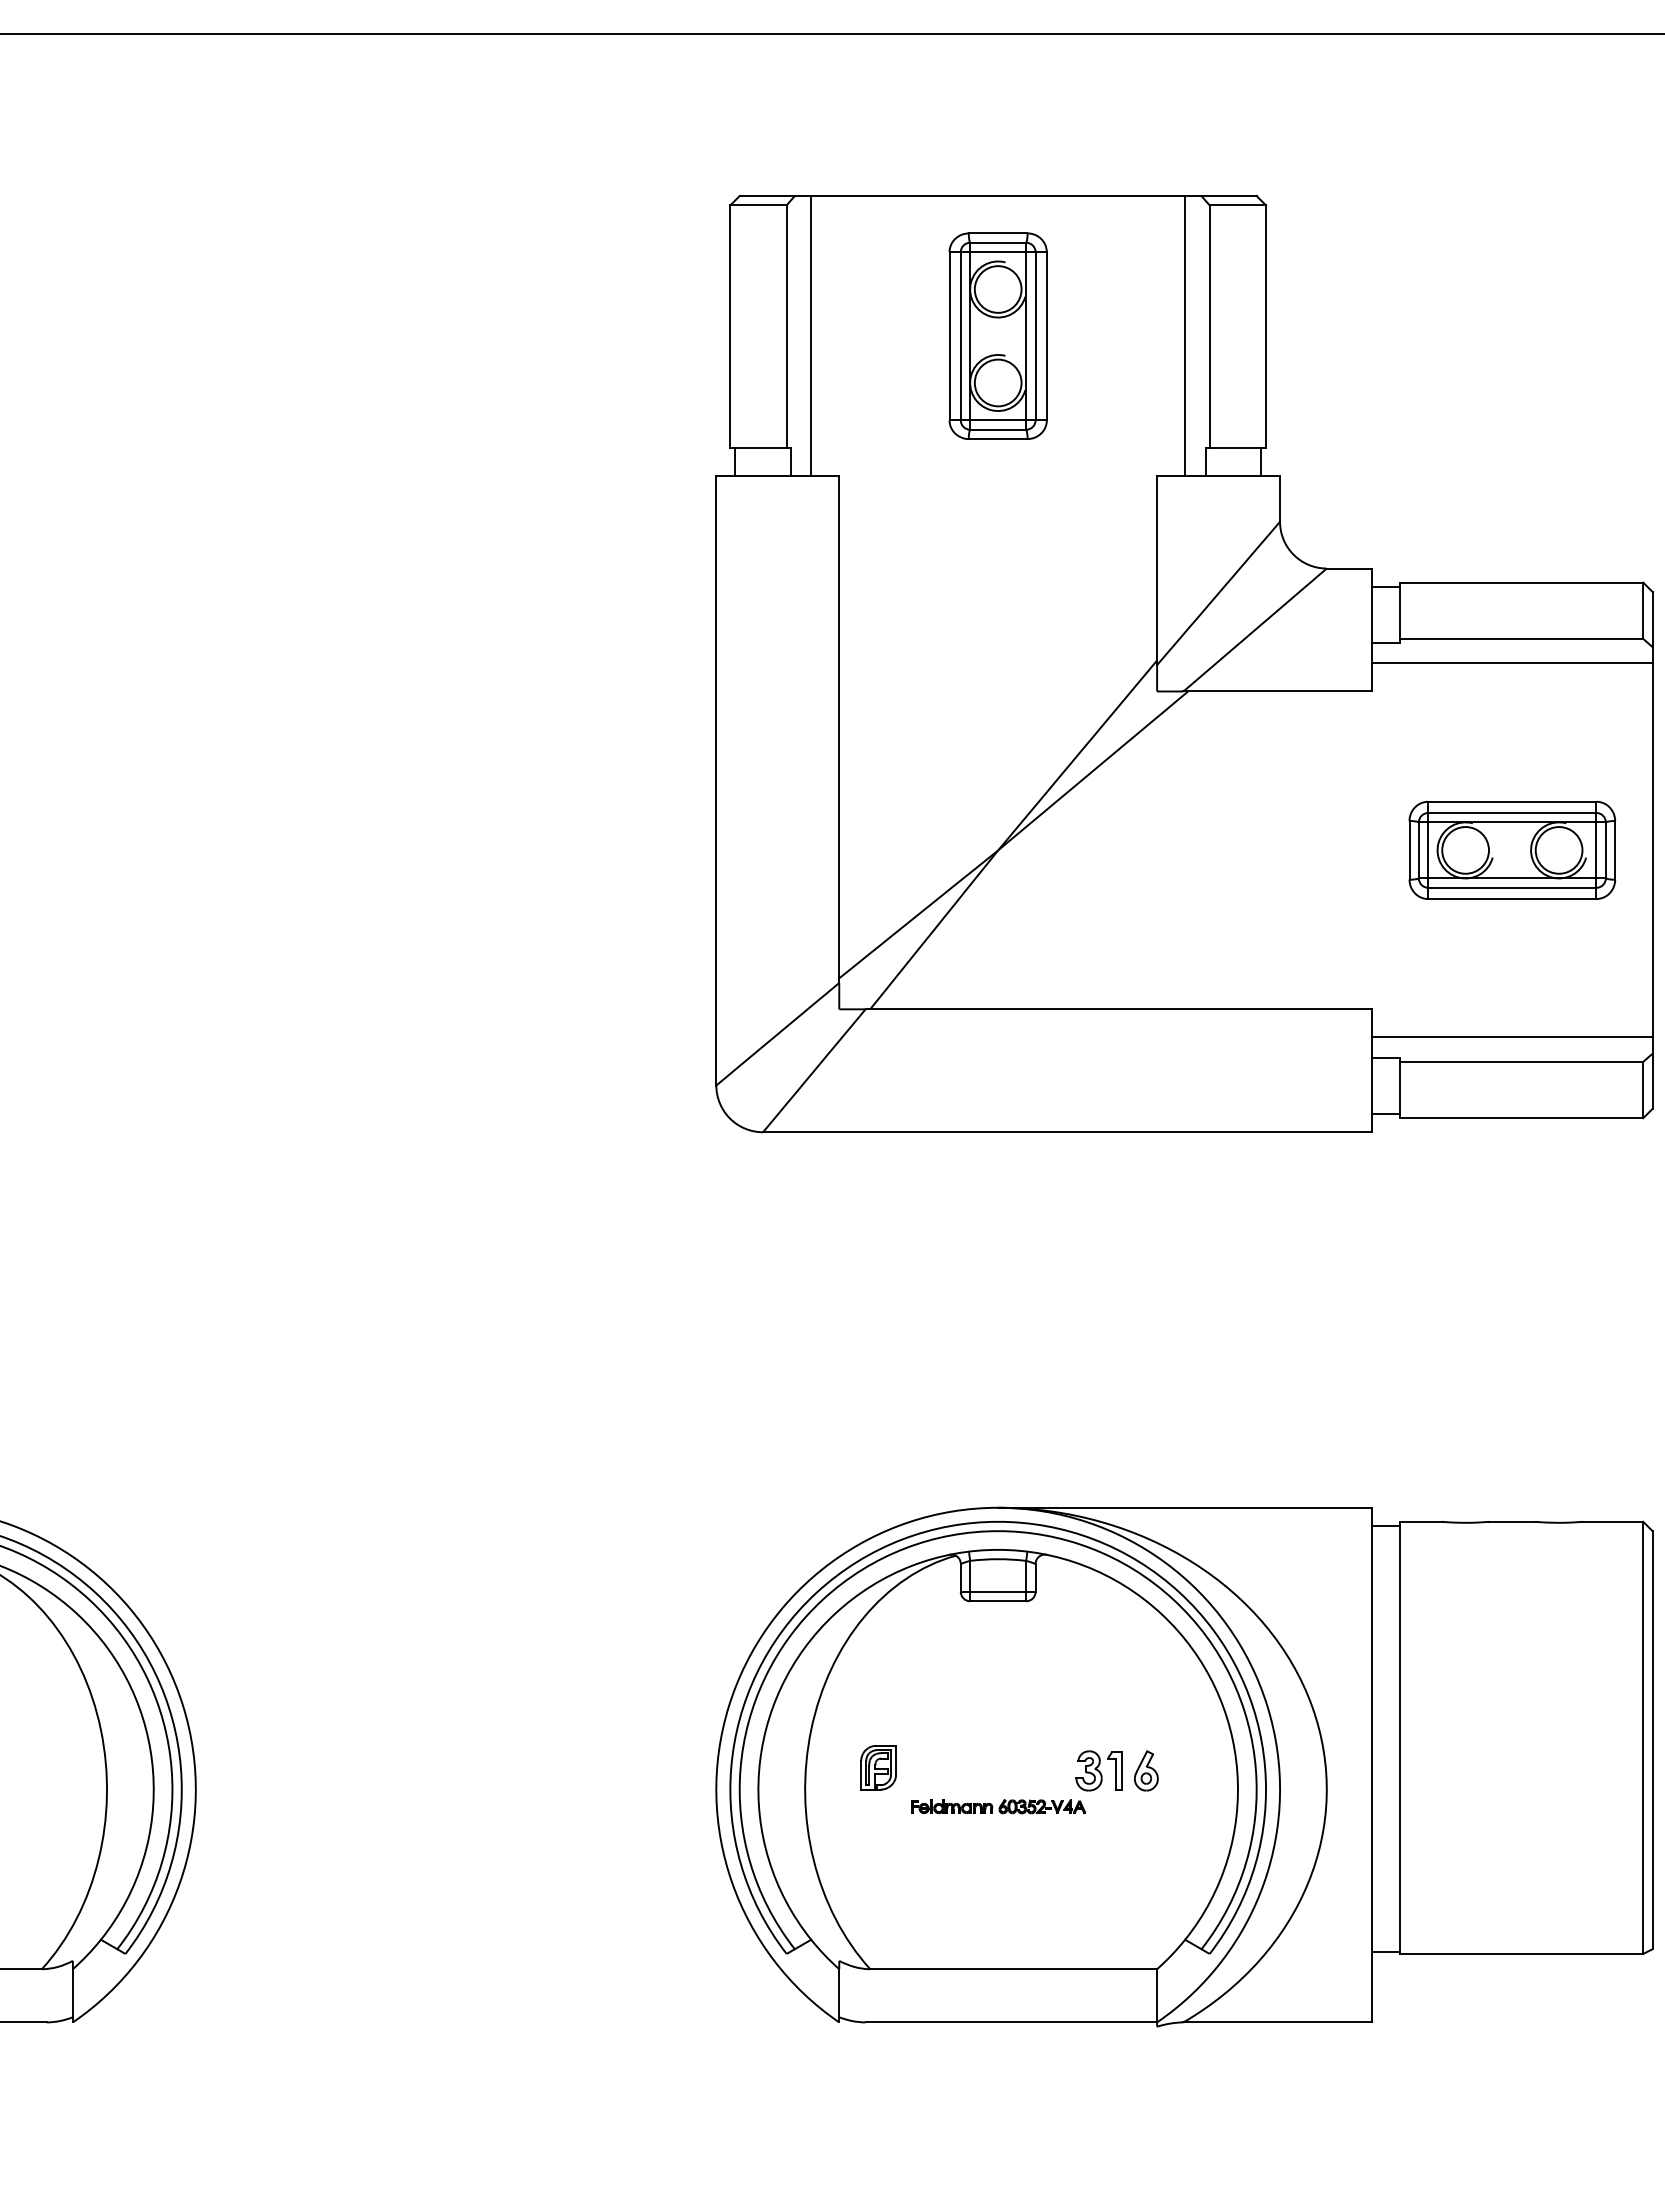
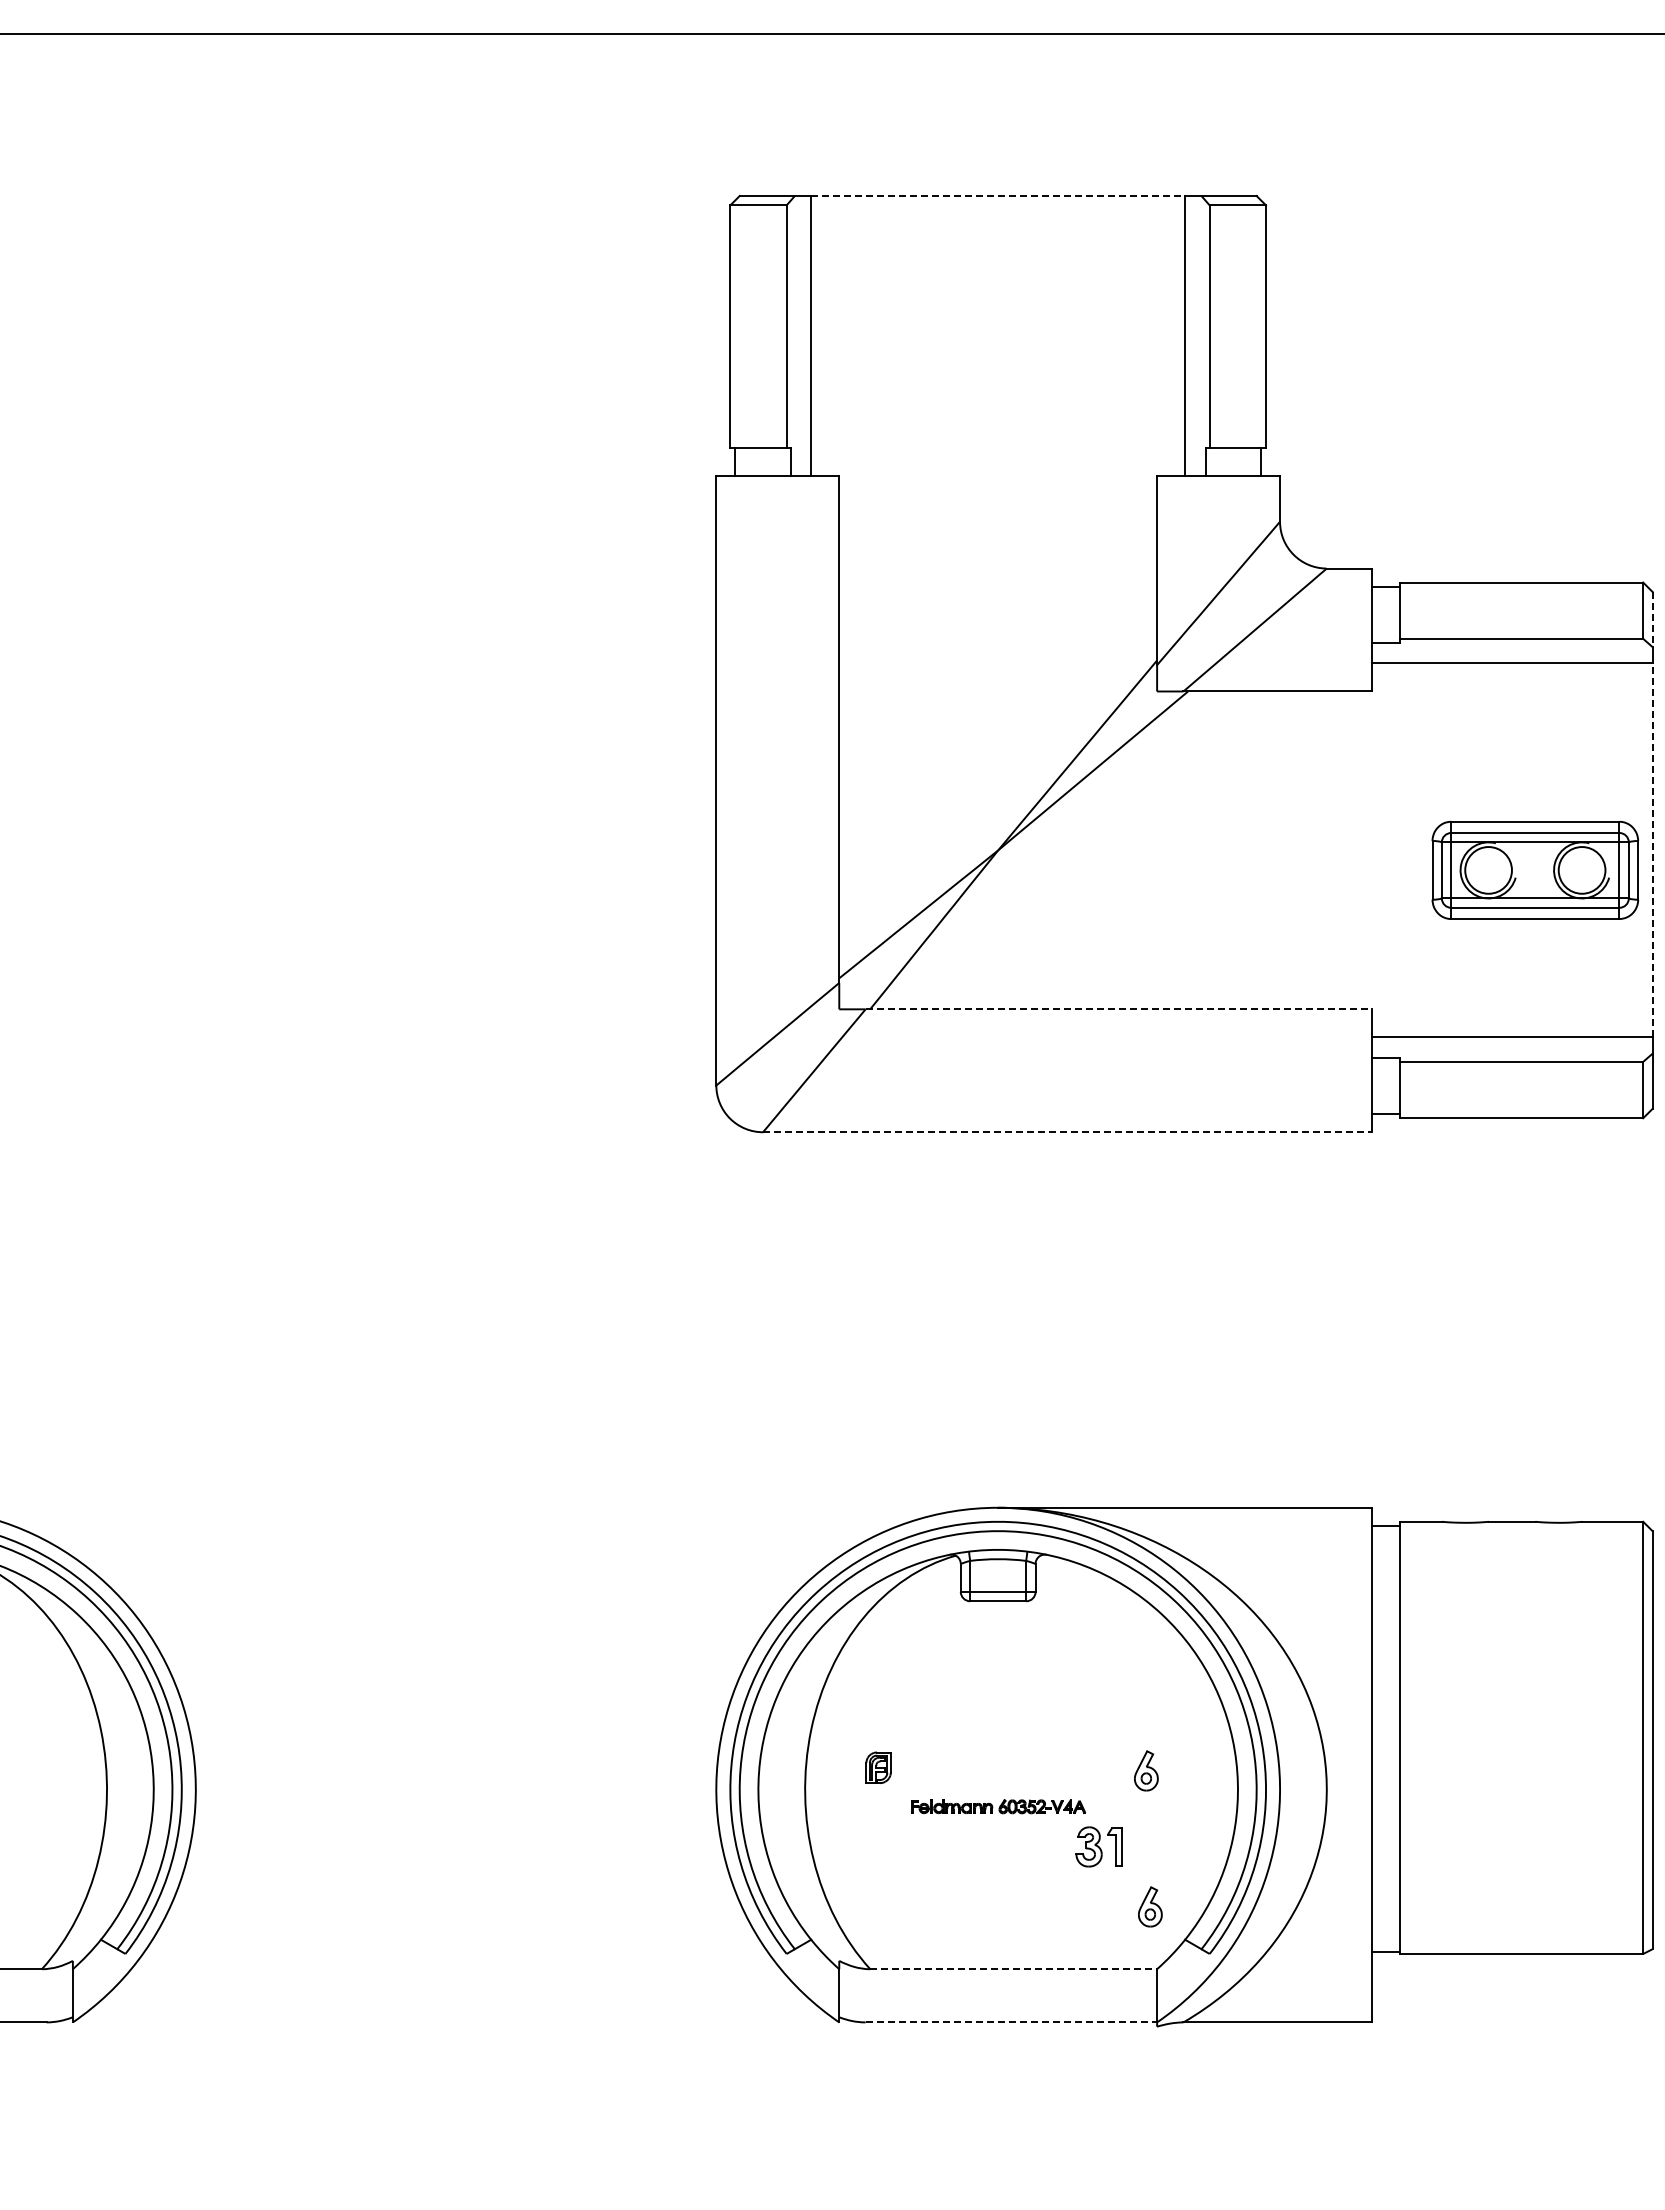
line at (998, 196): solid -> dashed
part at (997, 335): present -> none
line at (1652, 619): solid -> dashed
part at (1512, 849) position: (1512, 849) -> (1535, 869)
line at (1652, 850): solid -> dashed
line at (1119, 1009): solid -> dashed
line at (1067, 1132): solid -> dashed
part at (878, 1767) size: 37x46 px -> 27x33 px
part at (1098, 1770) position: (1098, 1770) -> (1098, 1846)
part at (1150, 1906): none -> present
line at (1014, 1969): solid -> dashed
line at (1011, 2022): solid -> dashed
